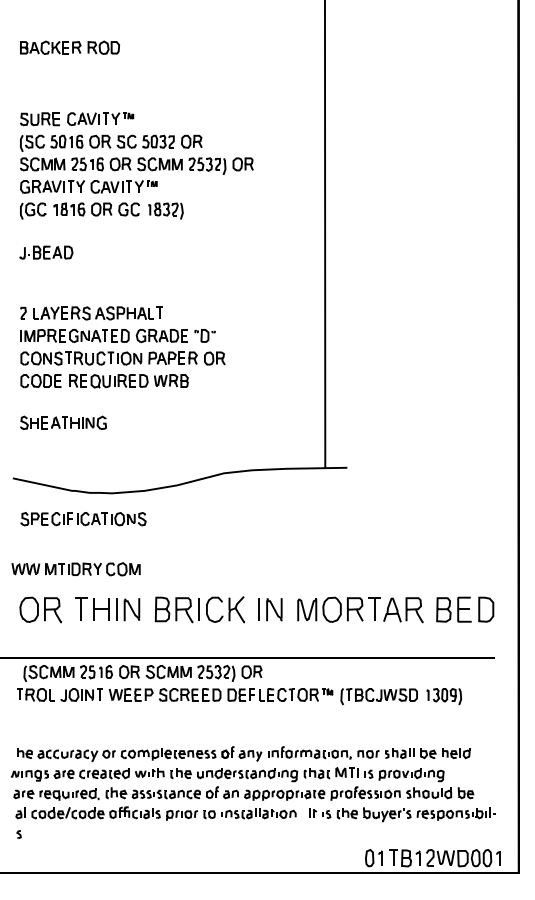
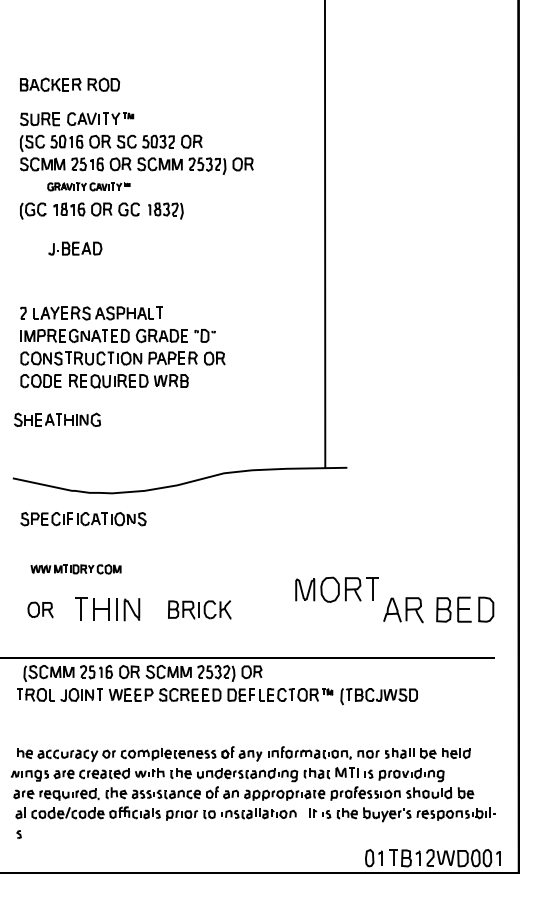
part at (69, 47) position: (69, 47) -> (69, 84)
part at (88, 186) size: 138x14 px -> 84x10 px
part at (46, 252) position: (46, 252) -> (75, 248)
part at (63, 422) position: (63, 422) -> (57, 419)
part at (75, 569) size: 130x15 px -> 92x11 px
part at (40, 609) size: 43x28 px -> 27x18 px
part at (199, 609) size: 91x28 px -> 64x20 px
part at (270, 609): present -> none
part at (338, 609) position: (338, 609) -> (336, 589)
part at (444, 696): present -> none
